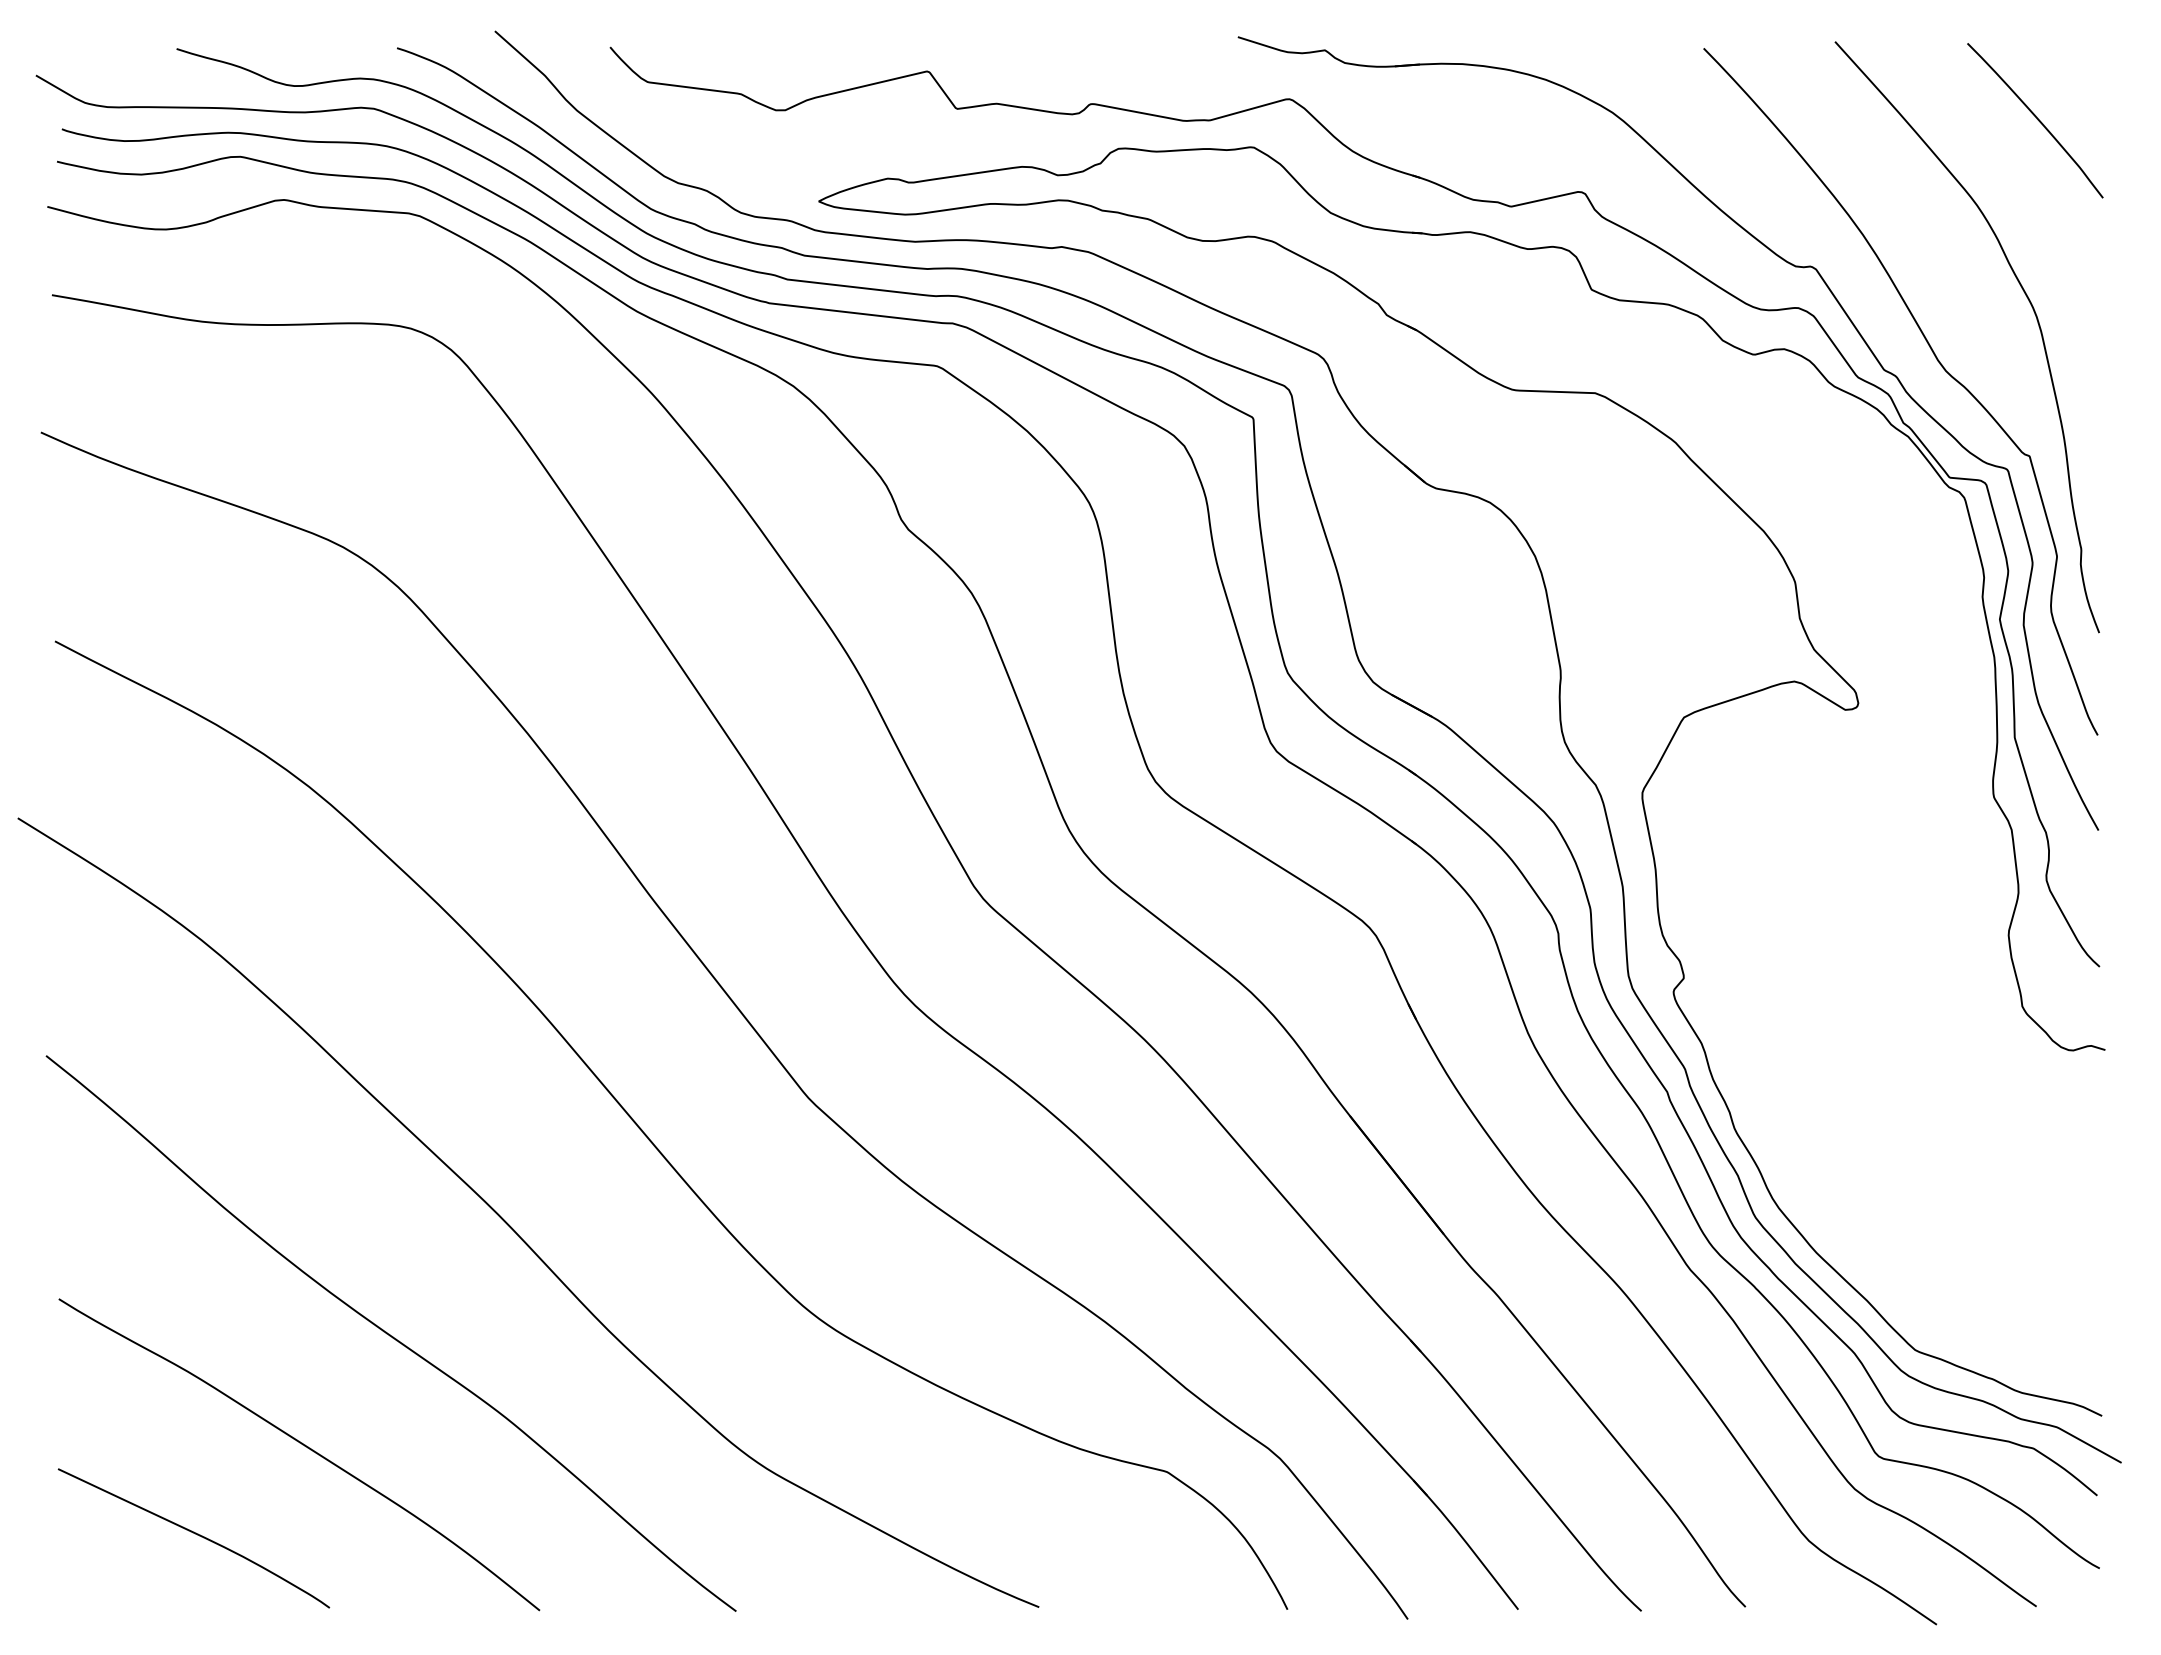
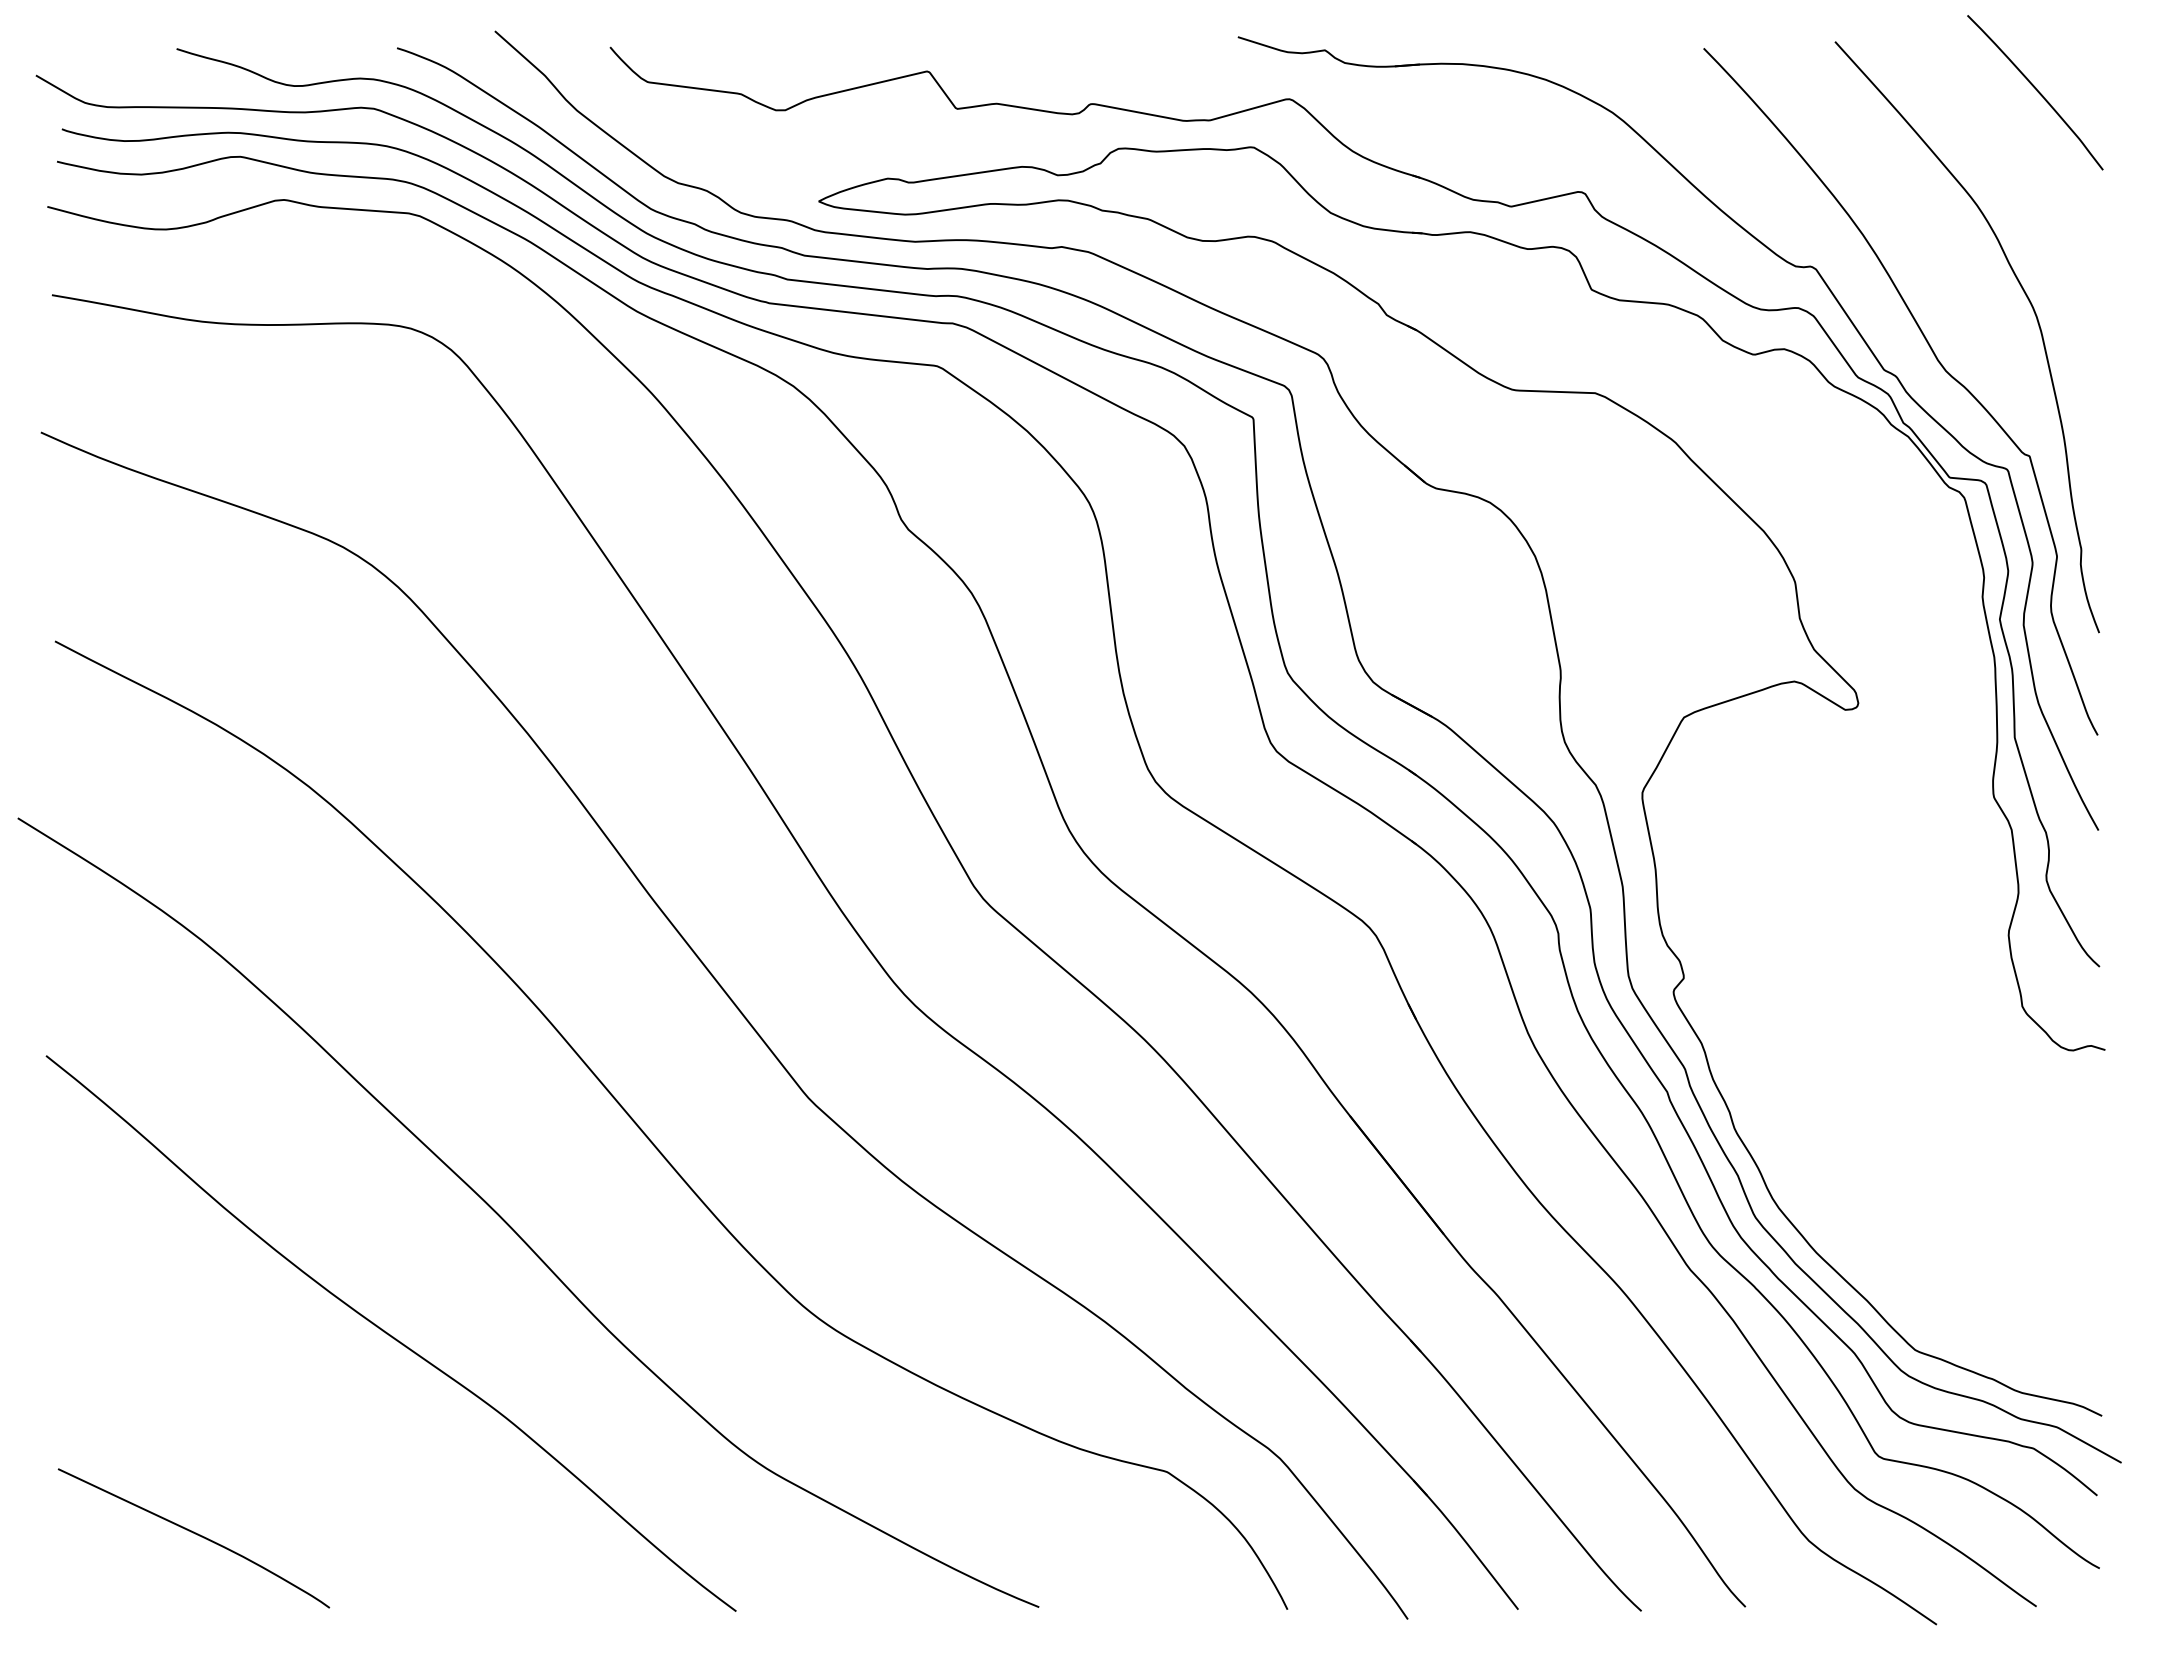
curve at (2037, 120) position: (2037, 120) -> (2037, 92)
curve at (304, 1446): present -> none
